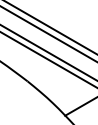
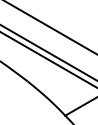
line at (48, 33): present -> none
